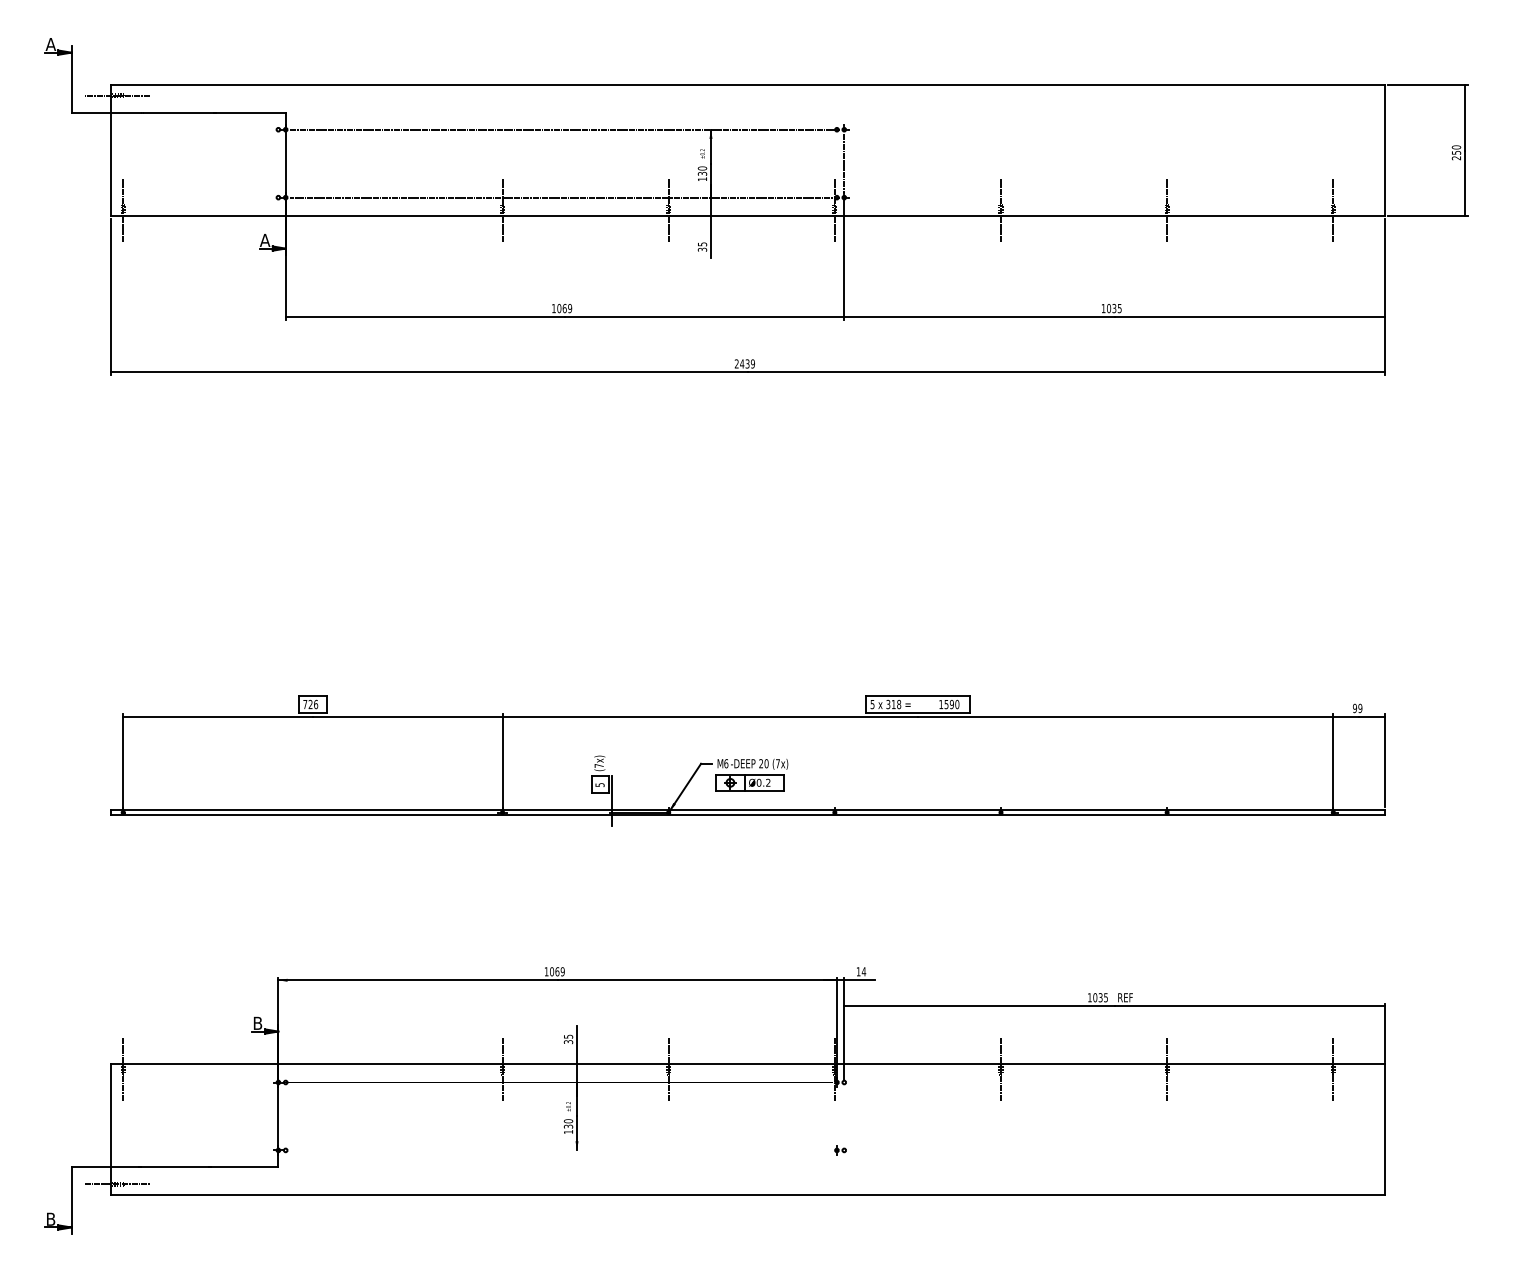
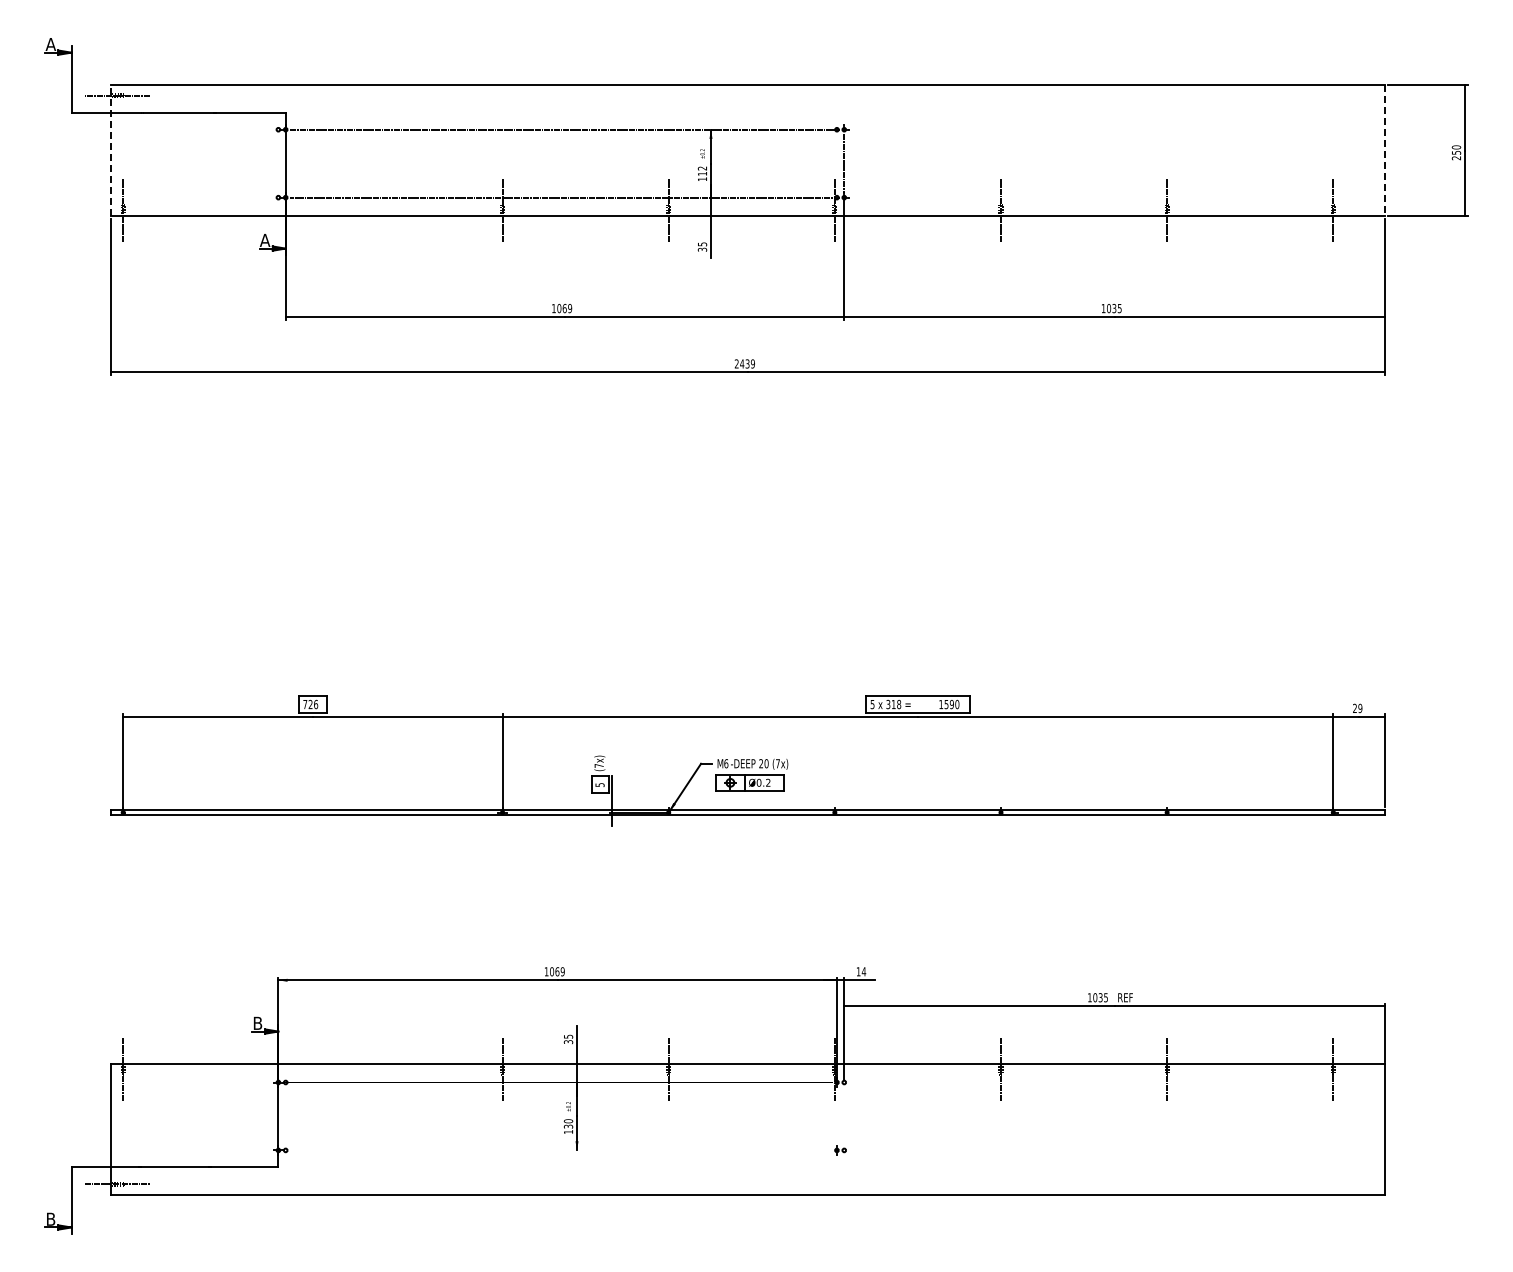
line at (110, 150): solid -> dashed
line at (1385, 151): solid -> dashed
text at (702, 170): 130 -> 112
text at (1355, 708): 99 -> 29
